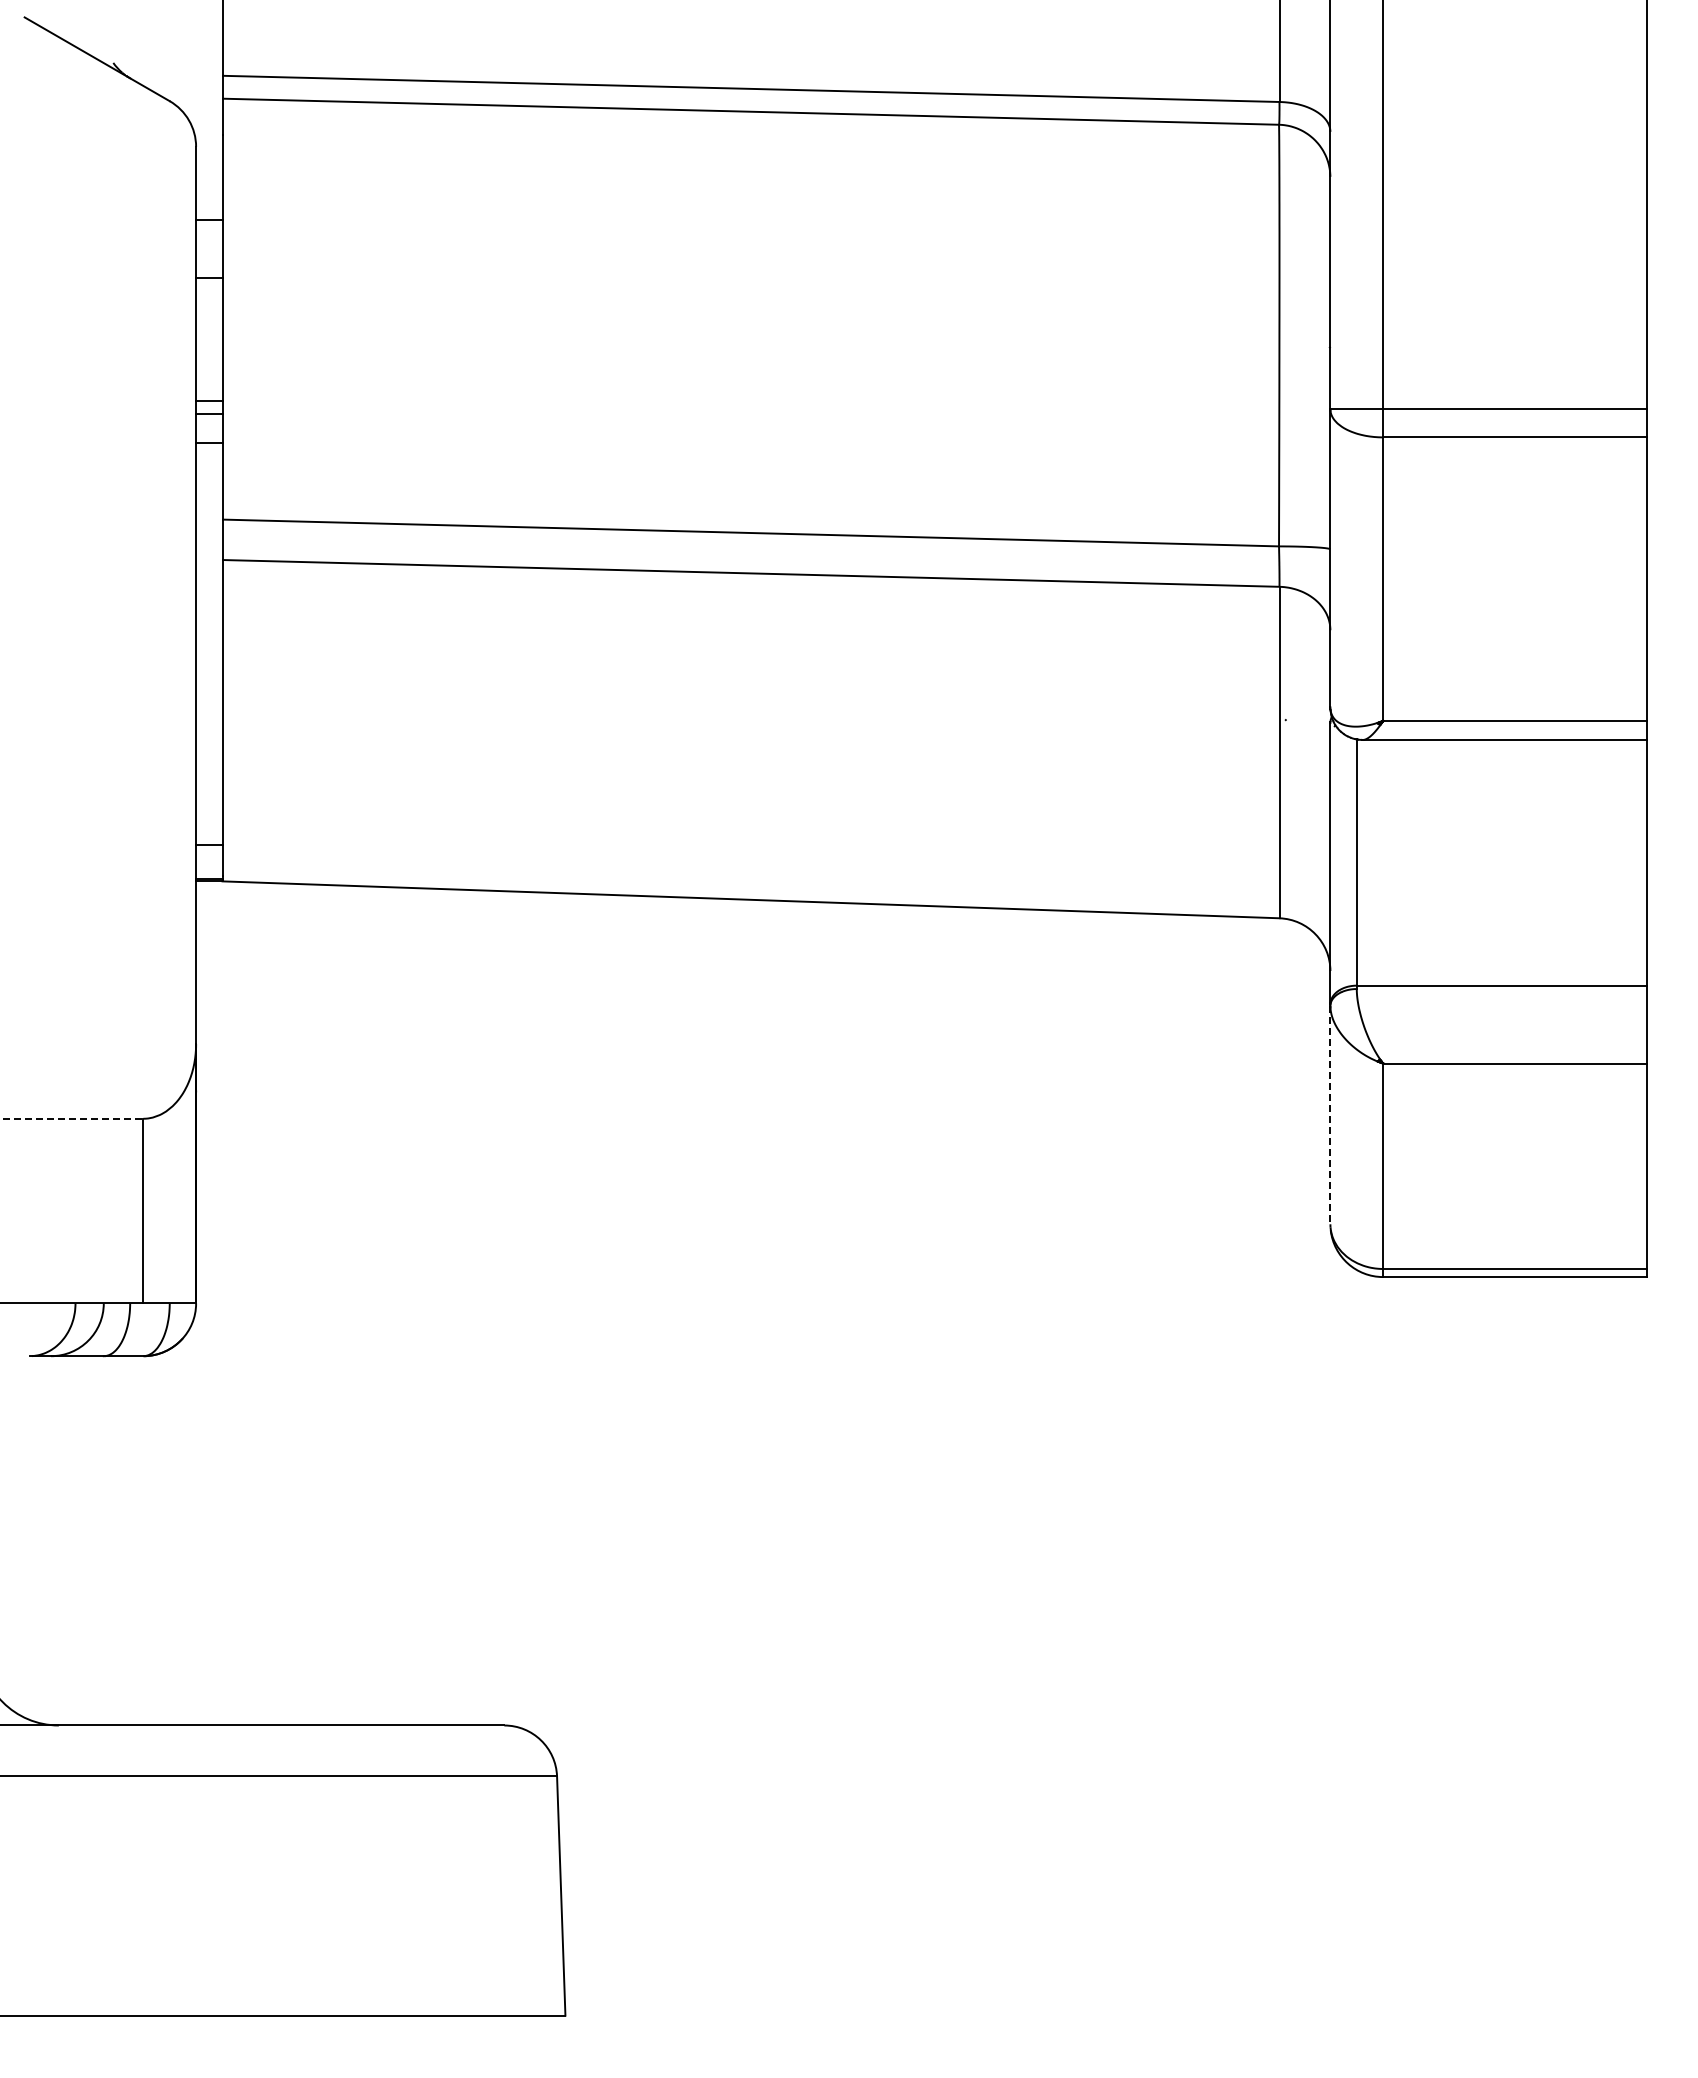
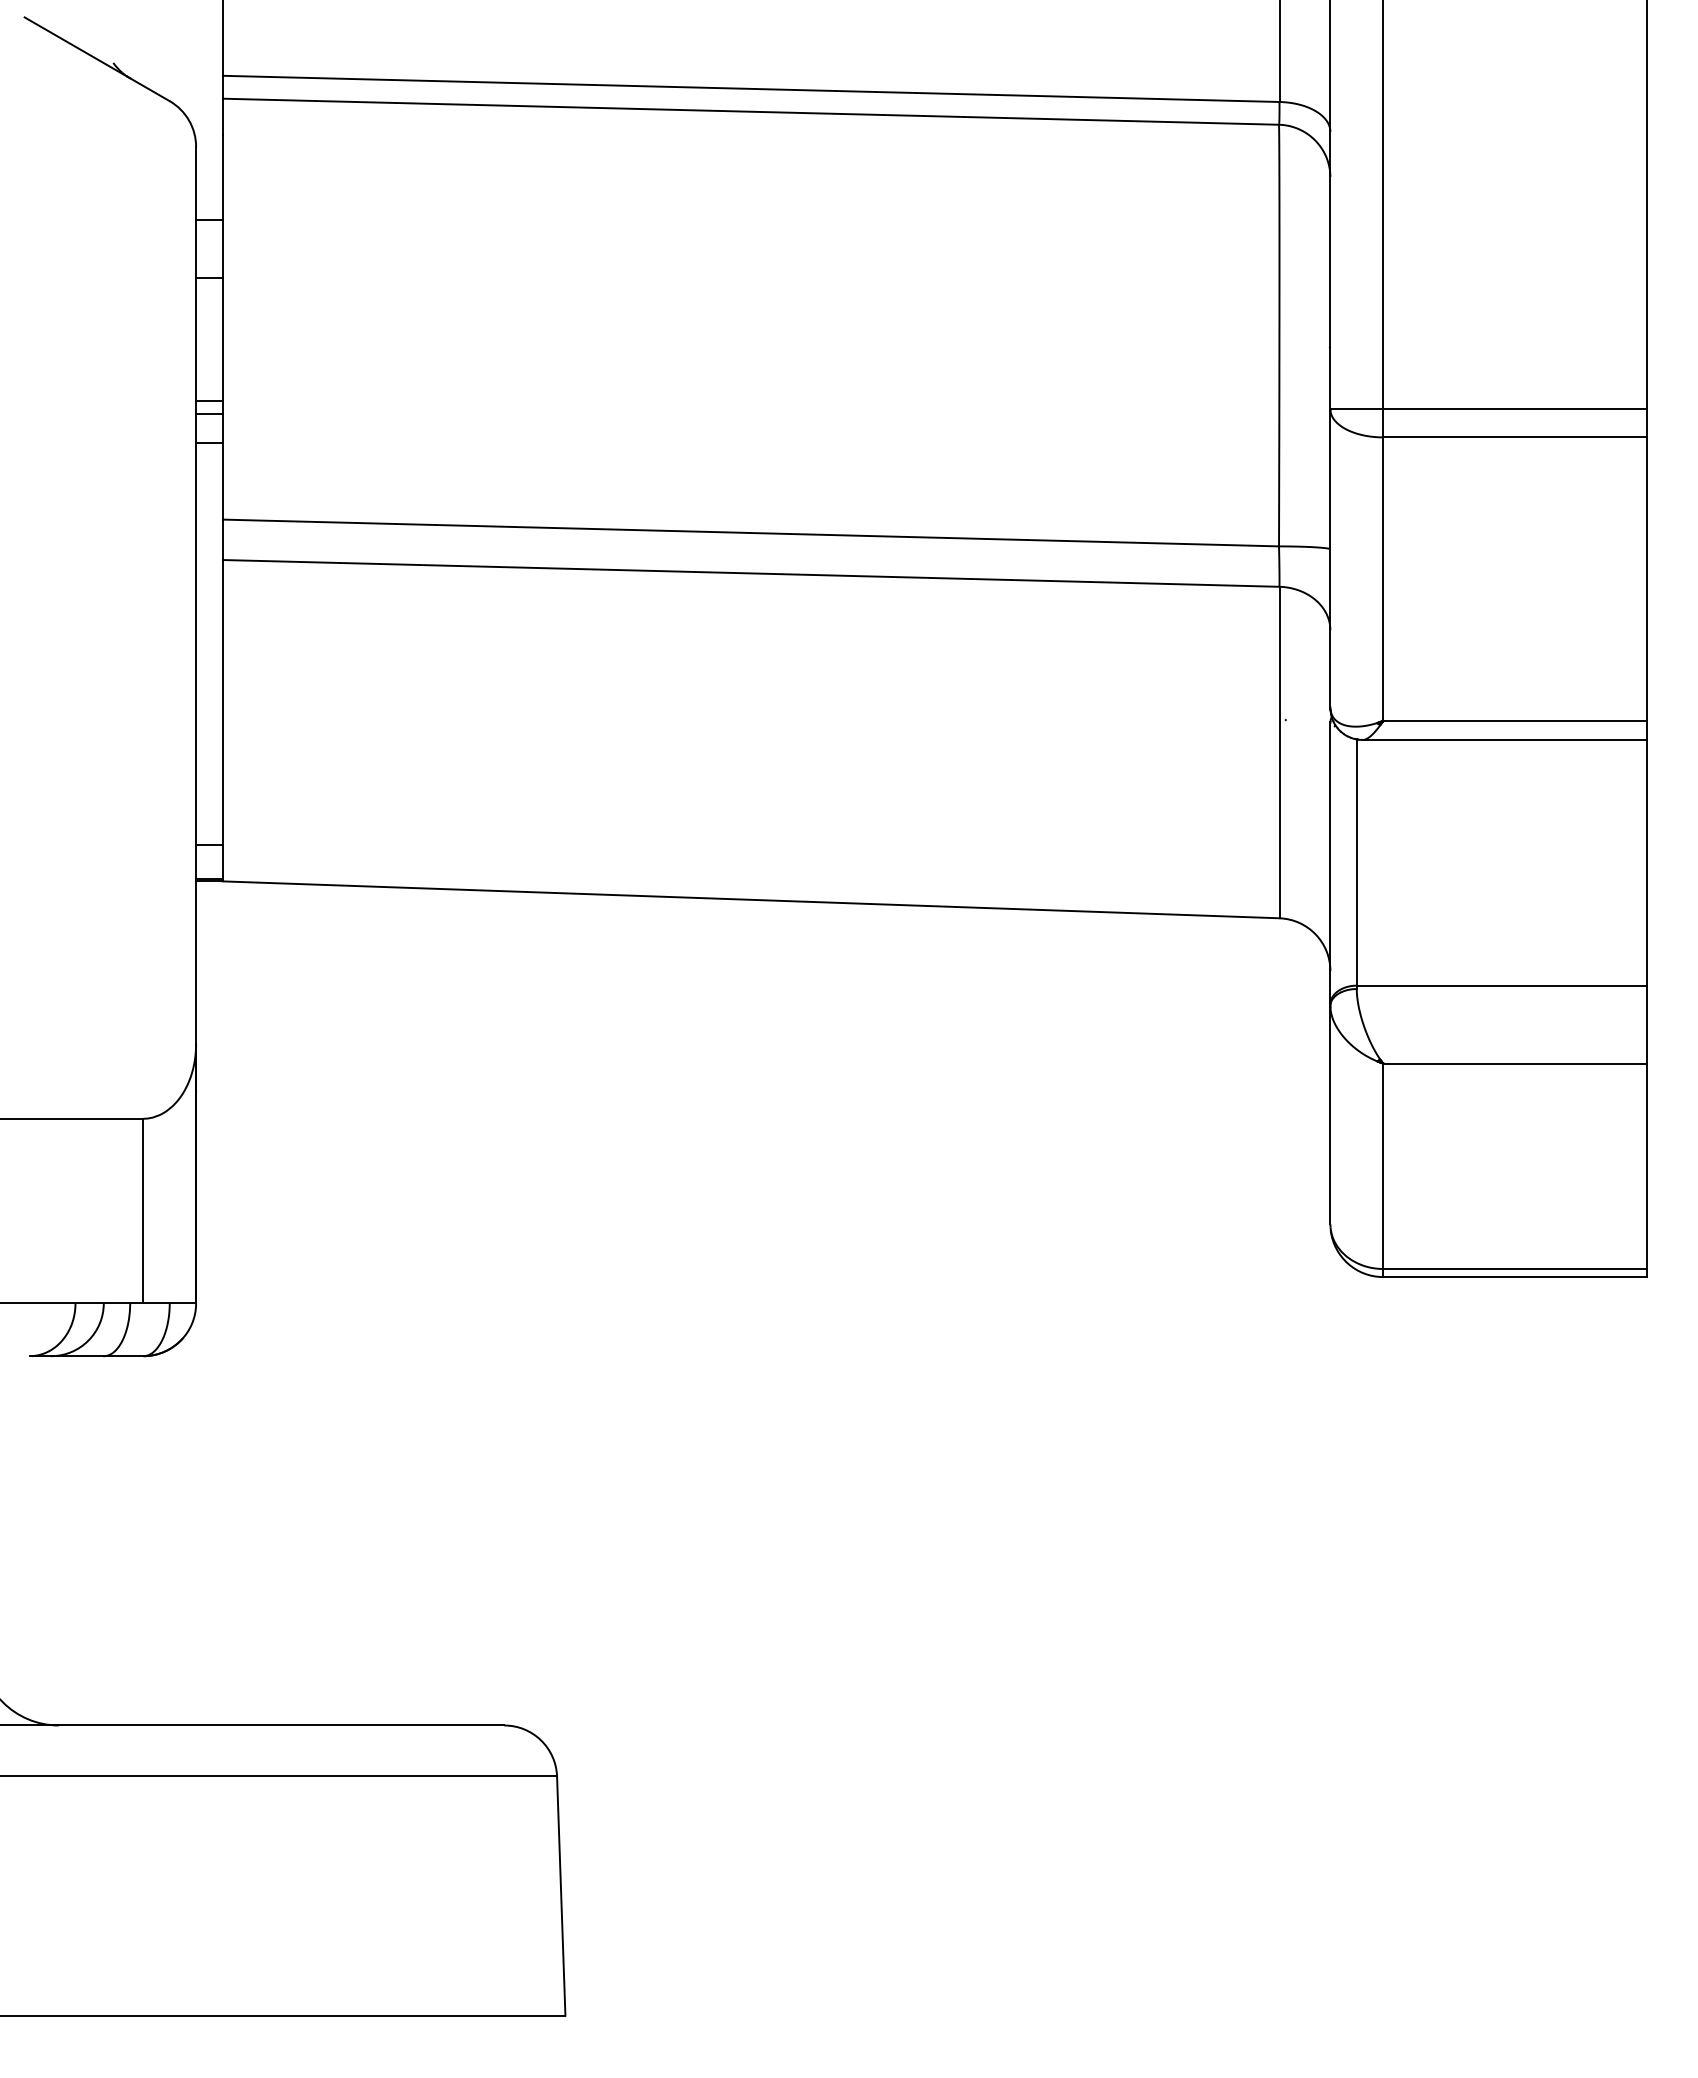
line at (1330, 1115): dashed -> solid
line at (72, 1118): dashed -> solid
